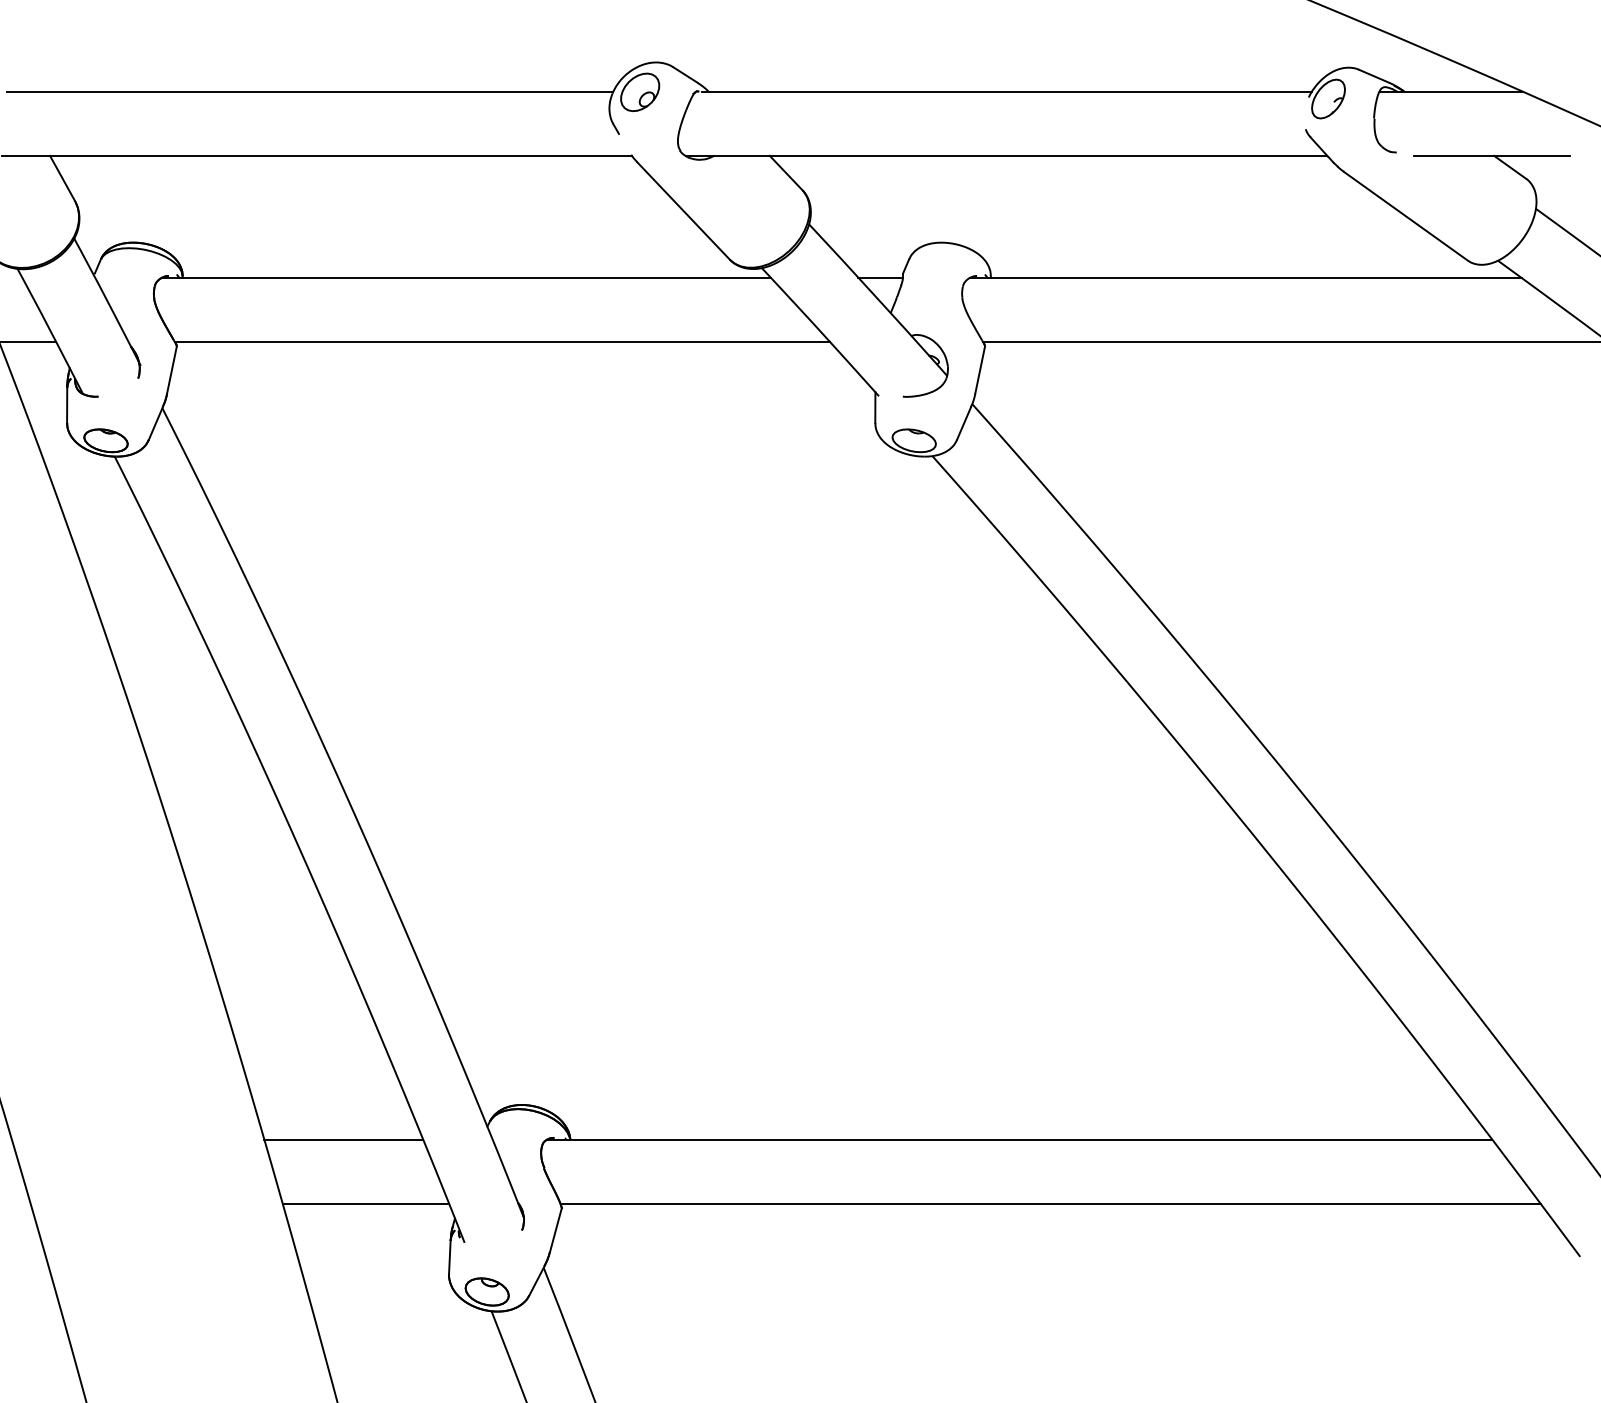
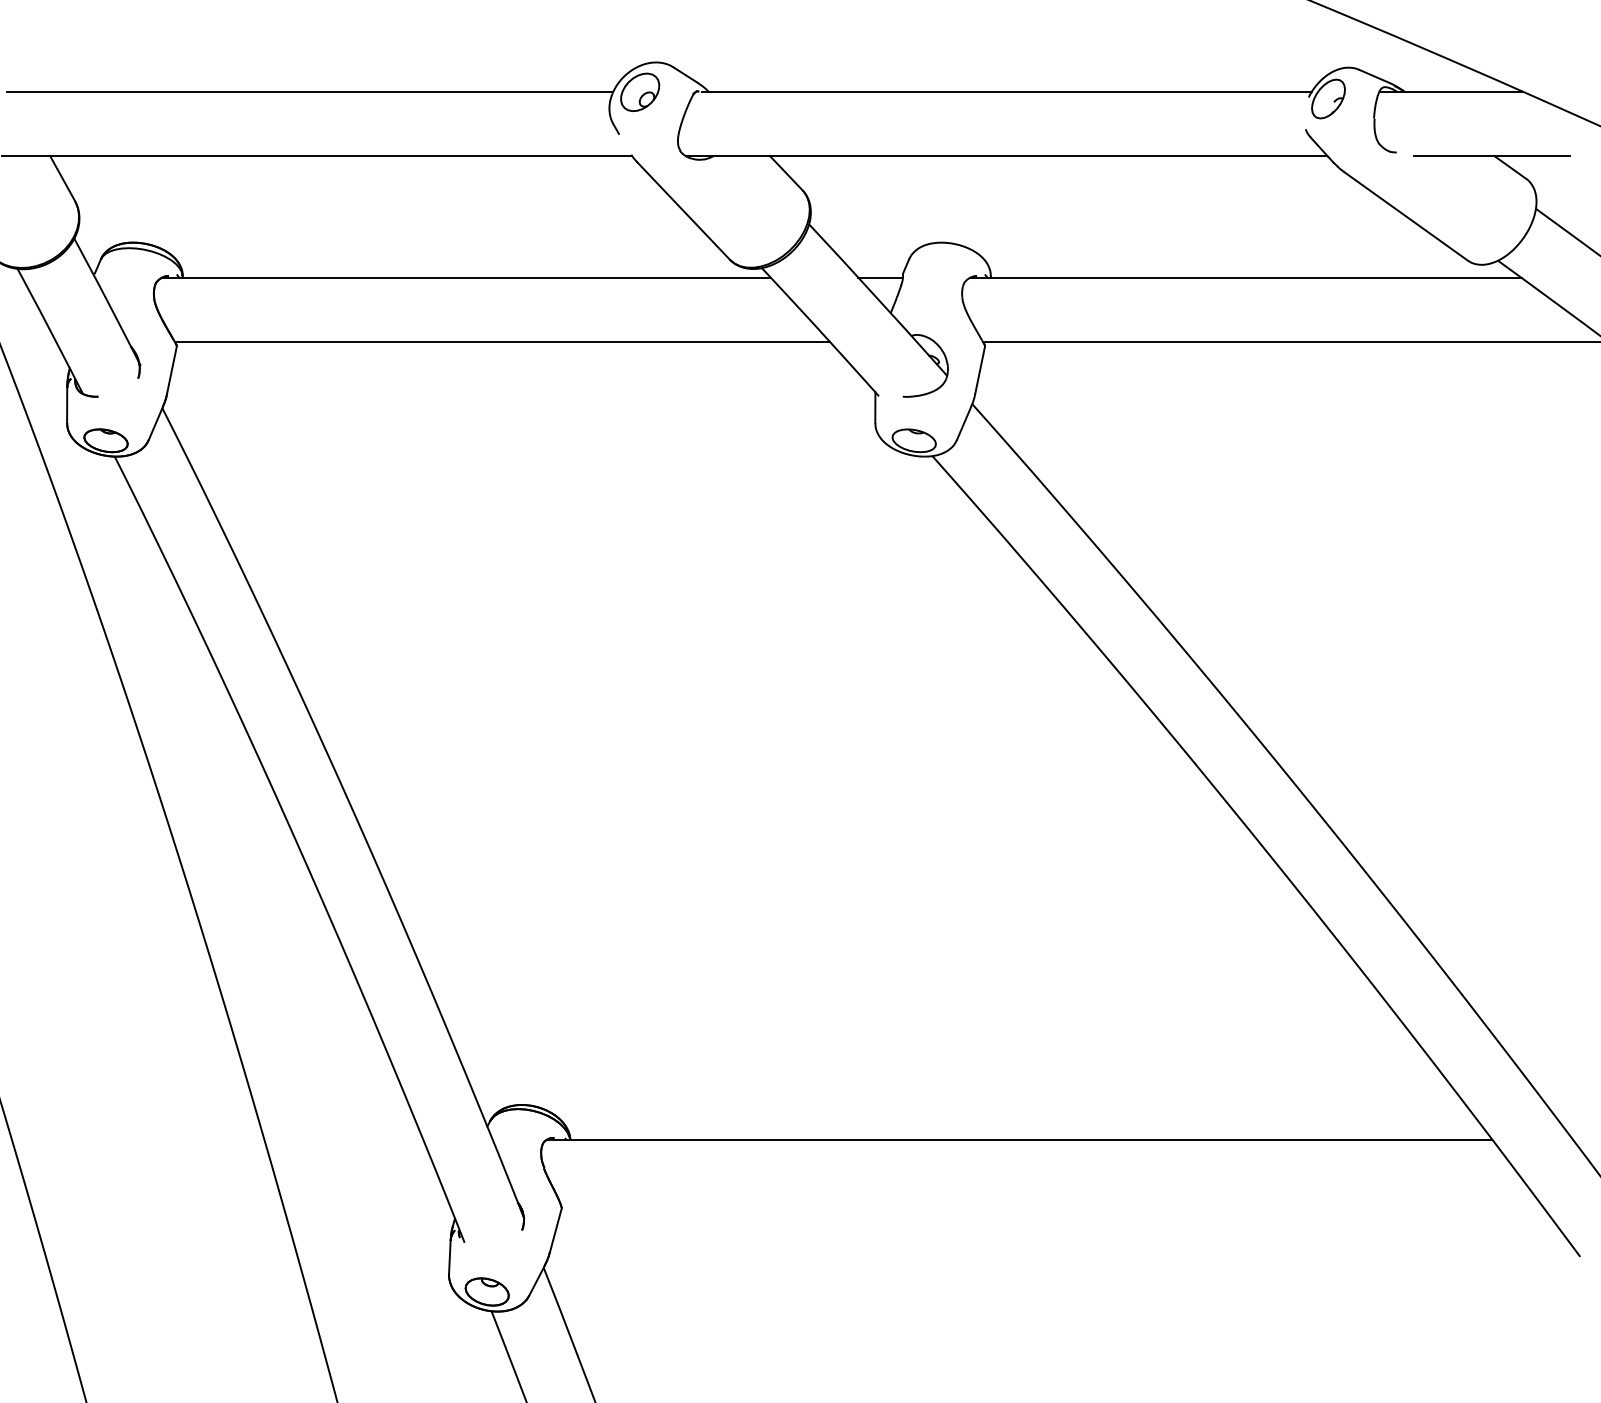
line at (29, 342): present -> none
line at (343, 1139): present -> none
line at (365, 1204): present -> none
line at (1050, 1204): present -> none
